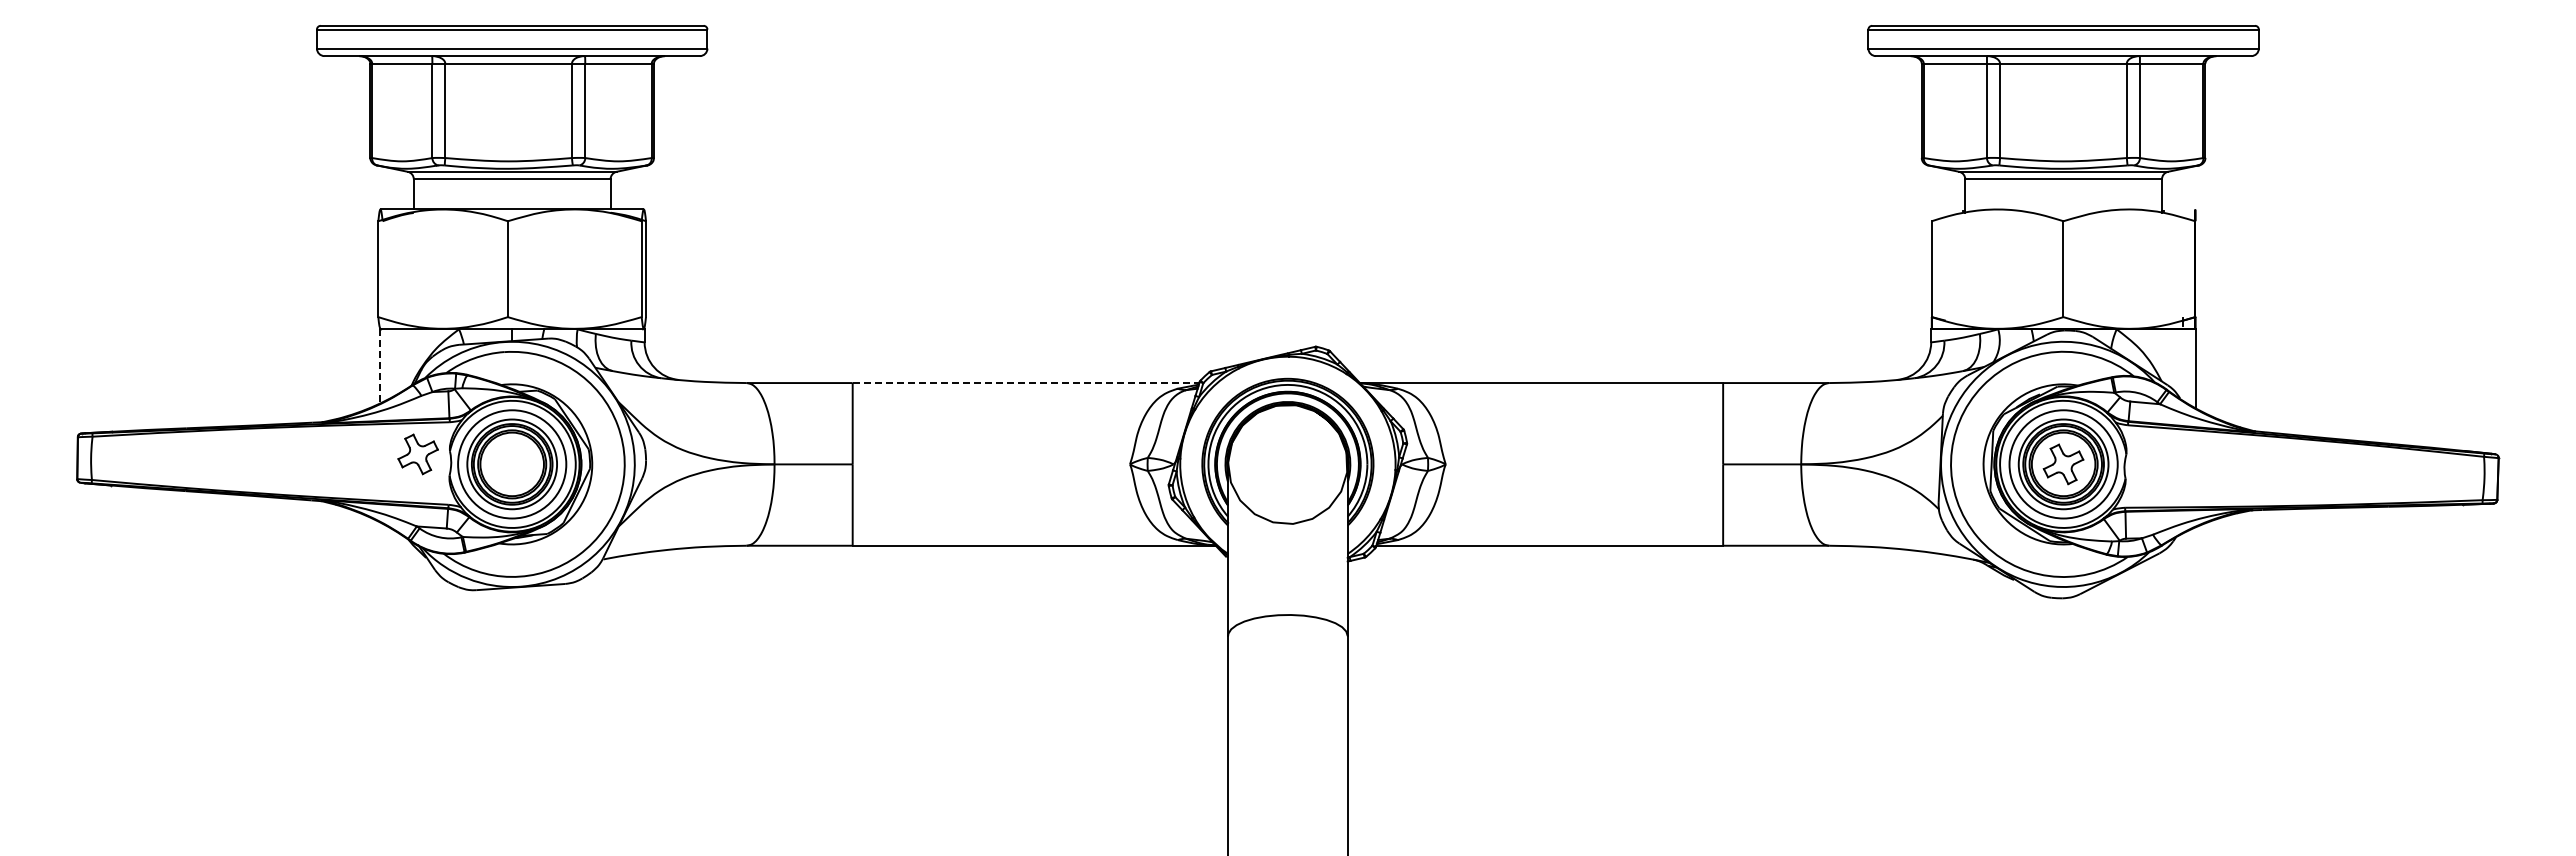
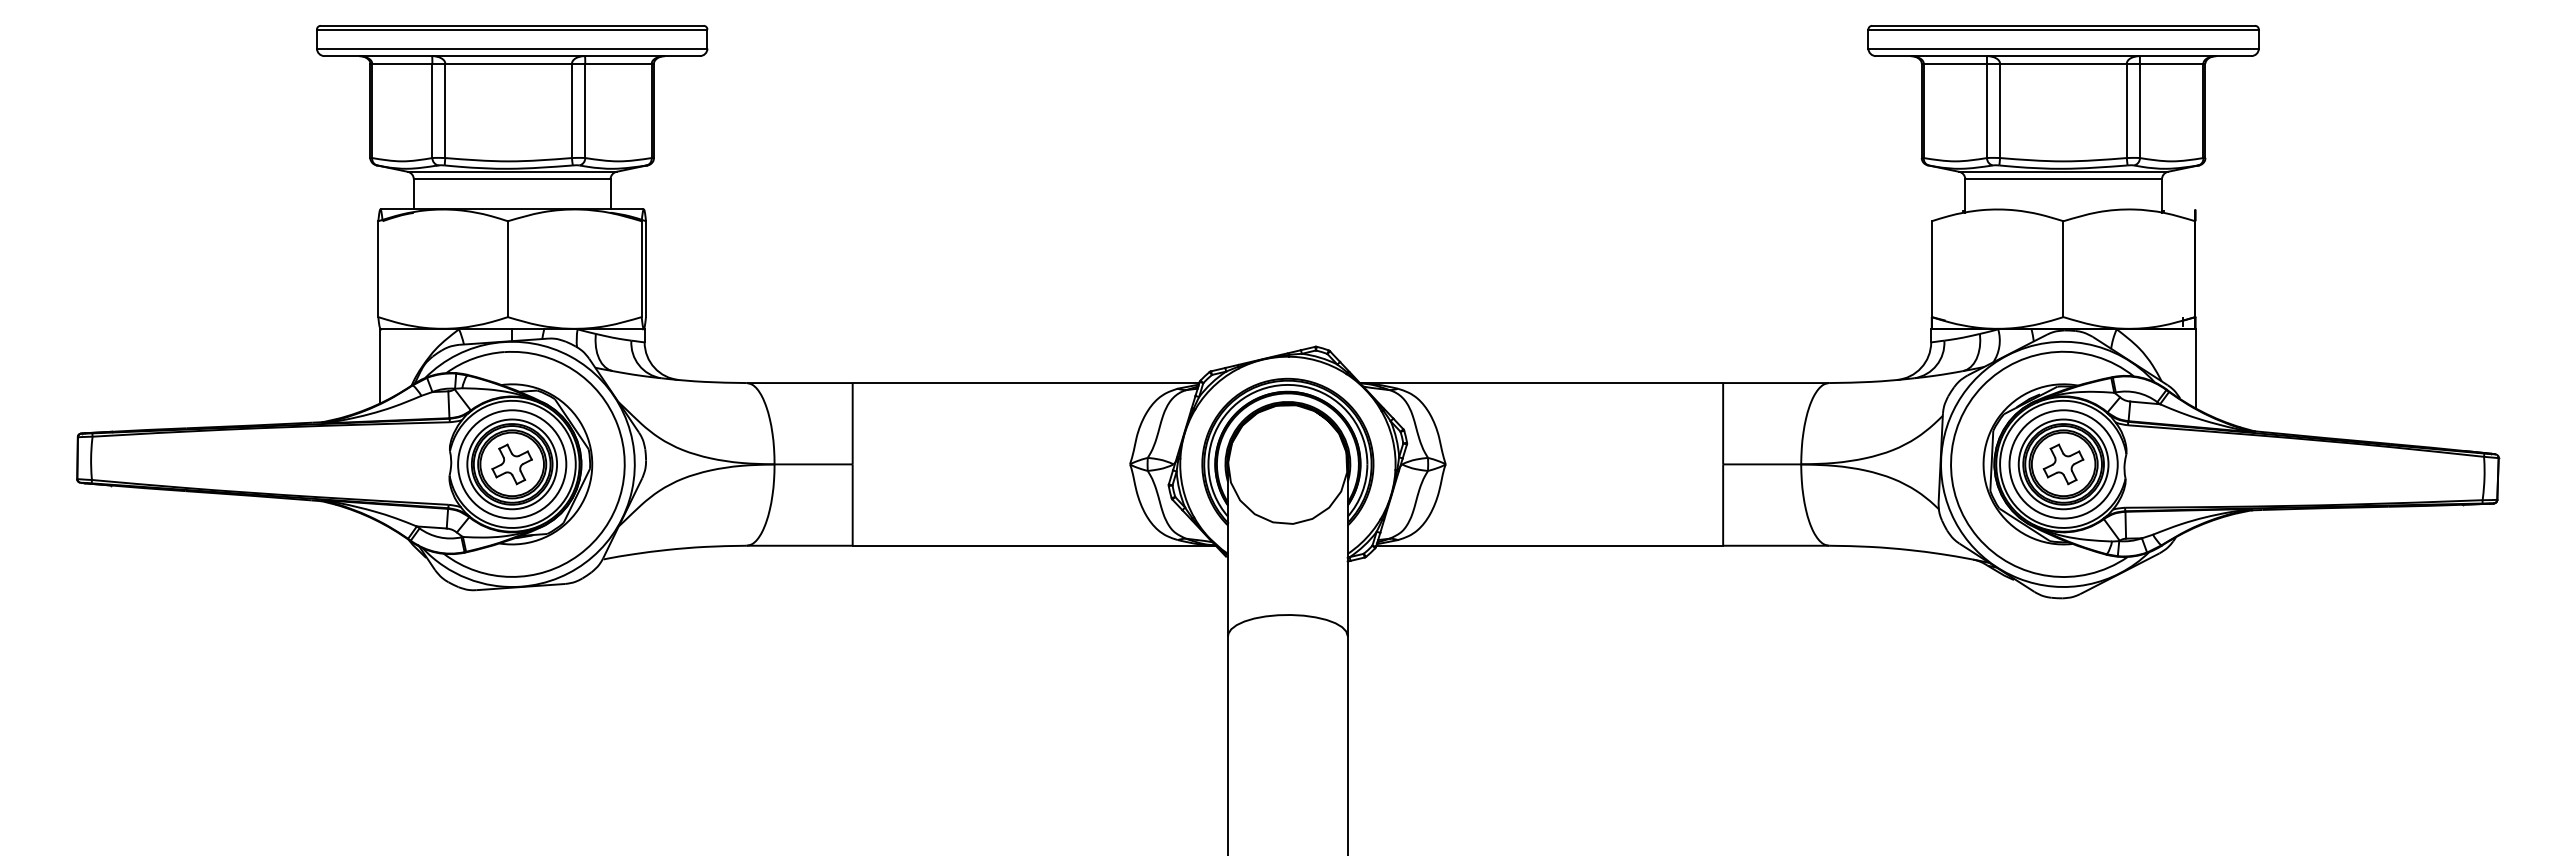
line at (379, 367): dashed -> solid
line at (1026, 383): dashed -> solid
part at (417, 454) position: (417, 454) -> (511, 464)
